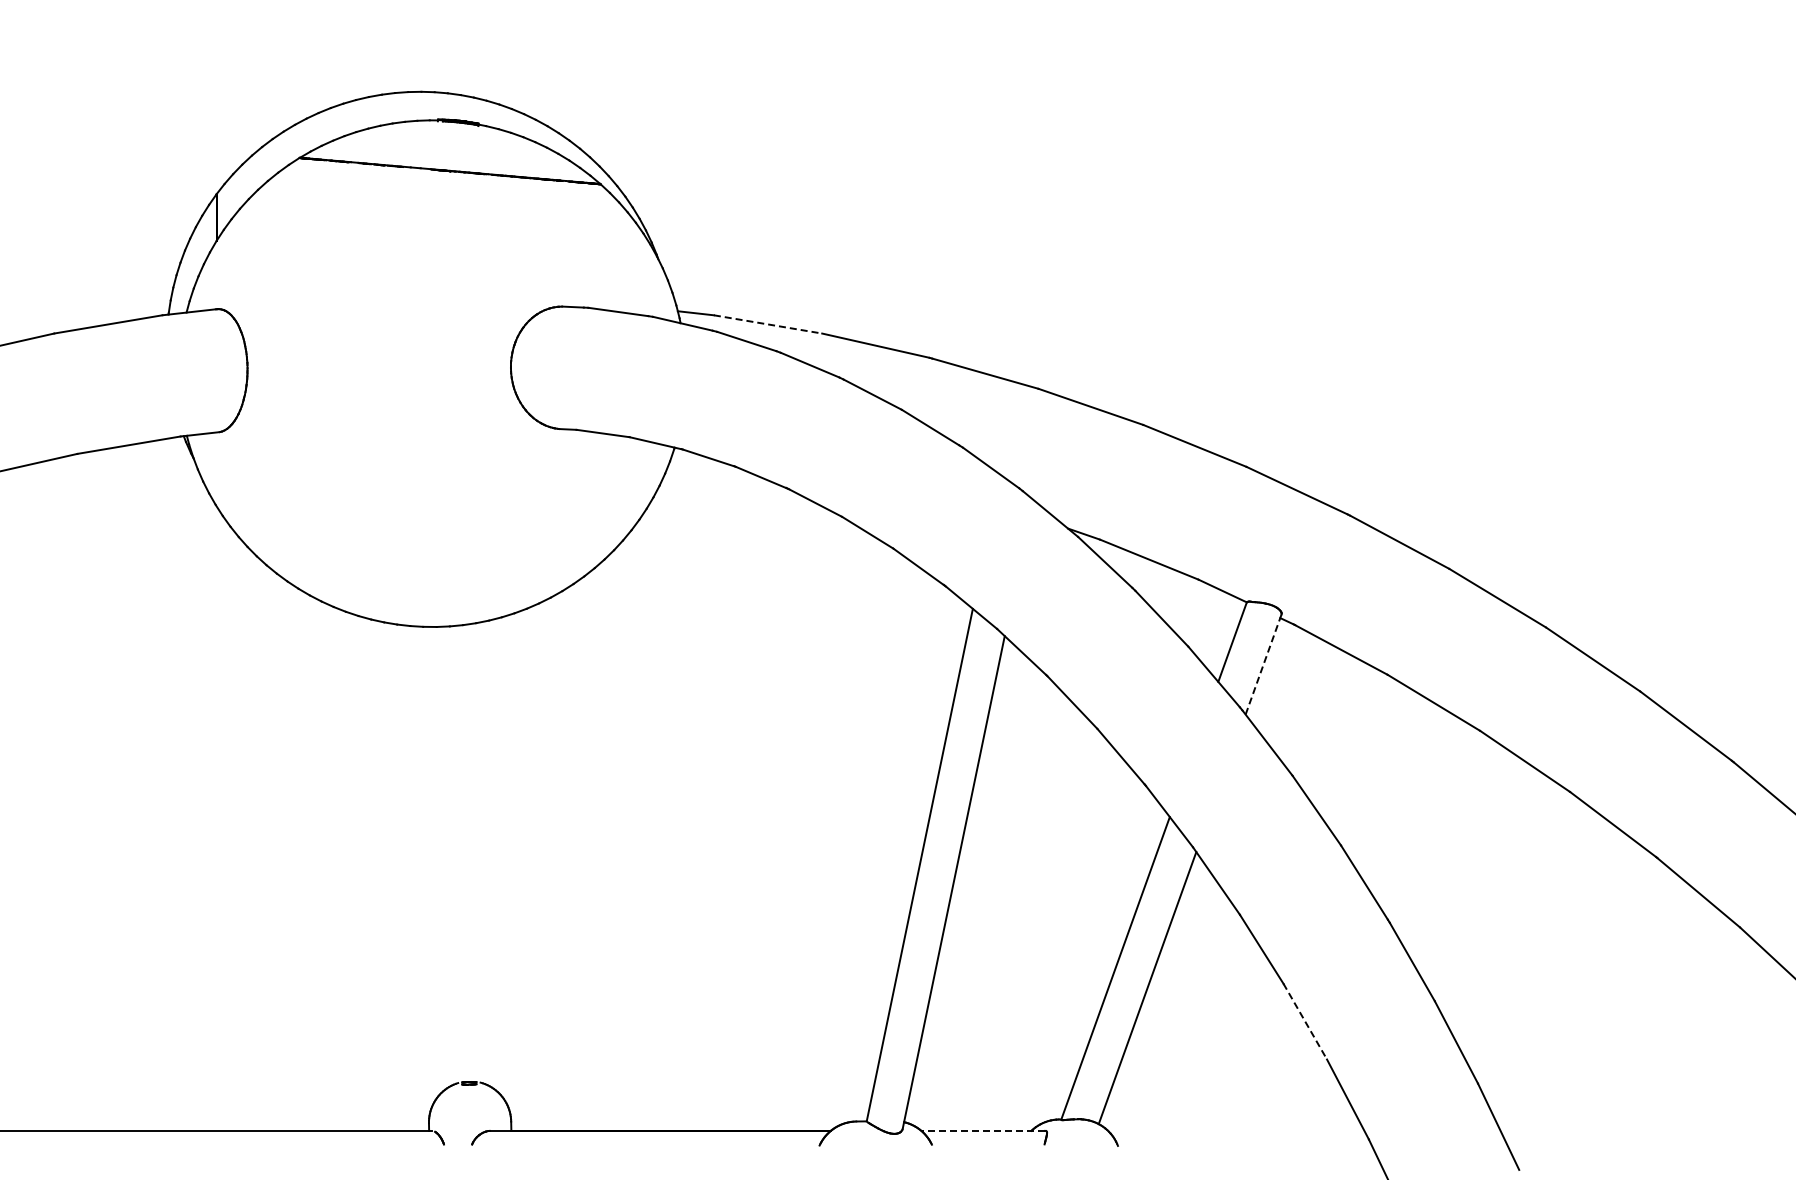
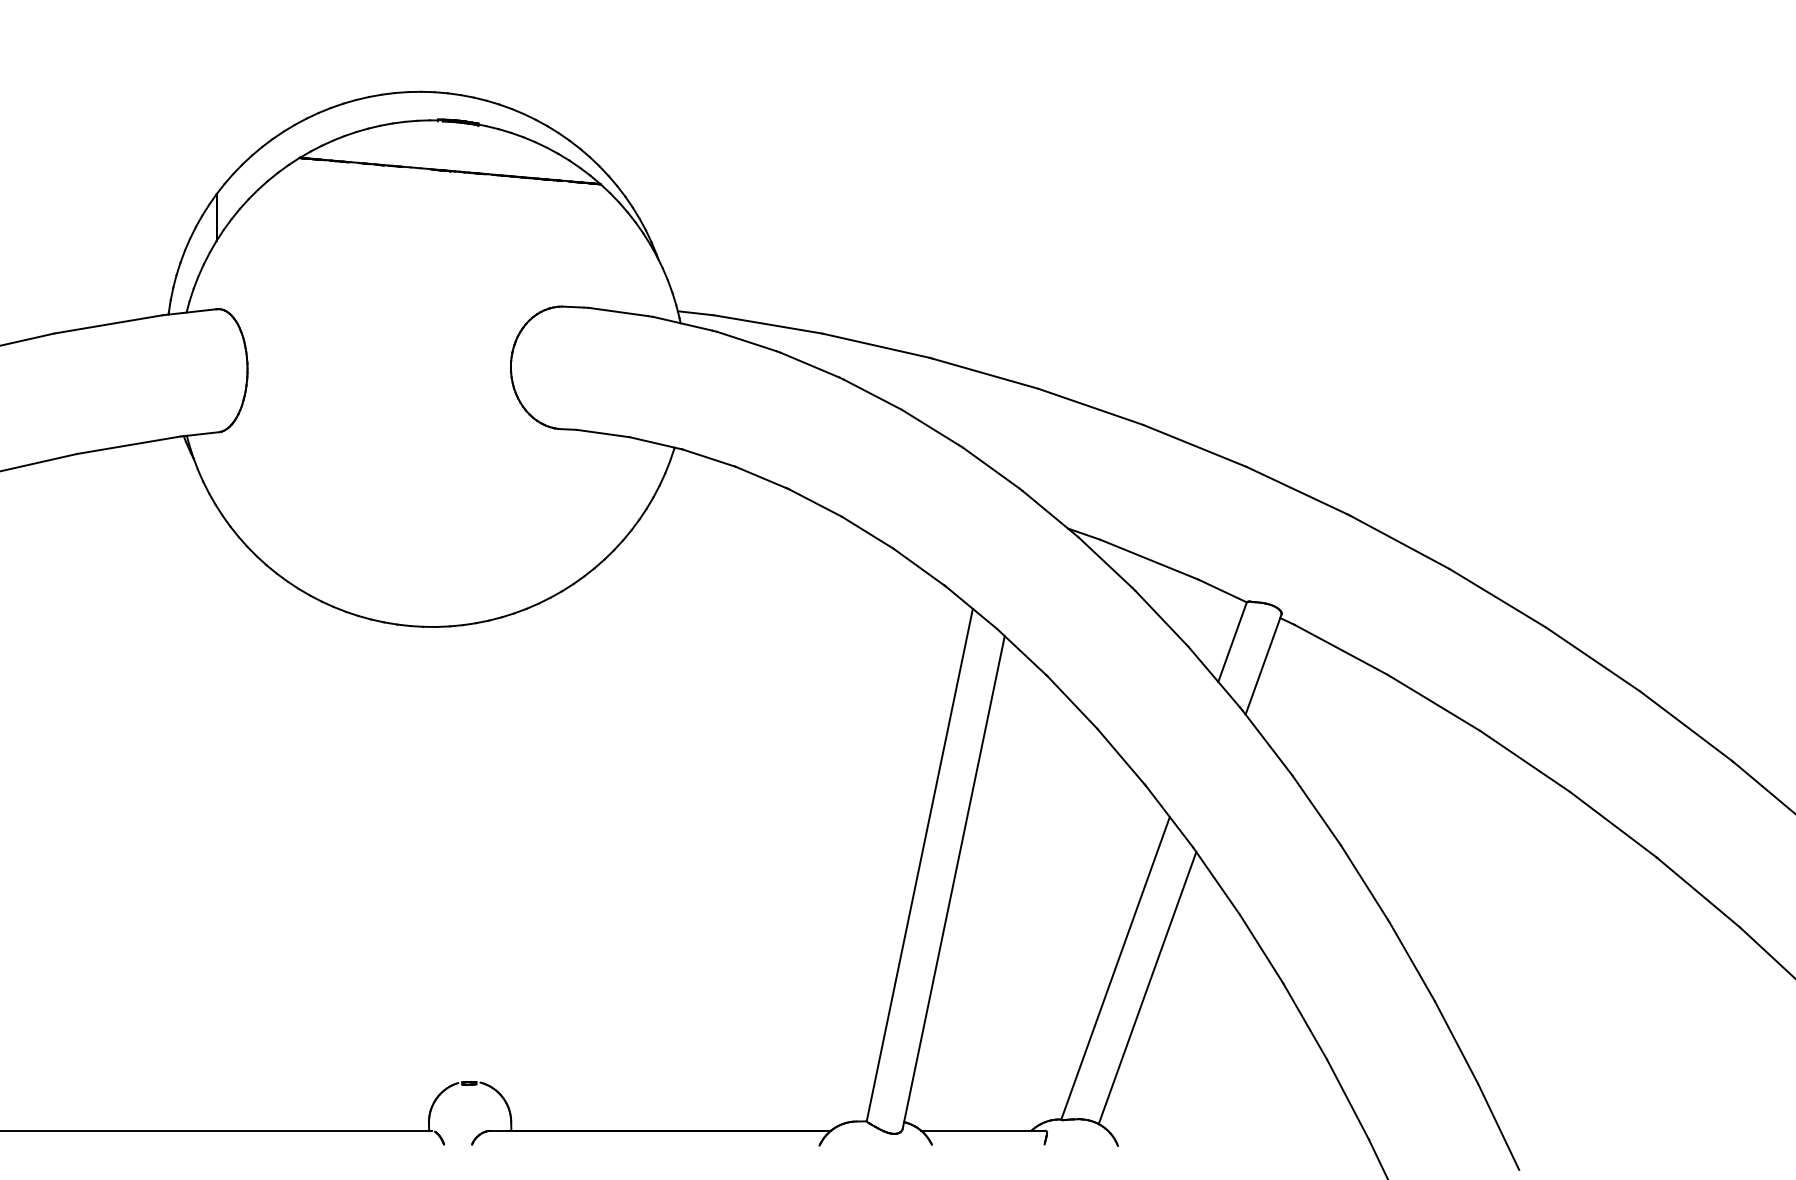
line at (768, 324): dashed -> solid
line at (1263, 664): dashed -> solid
line at (1305, 1021): dashed -> solid
line at (983, 1130): dashed -> solid
